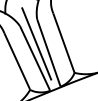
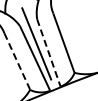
line at (48, 52): solid -> dashed
line at (17, 62): solid -> dashed
